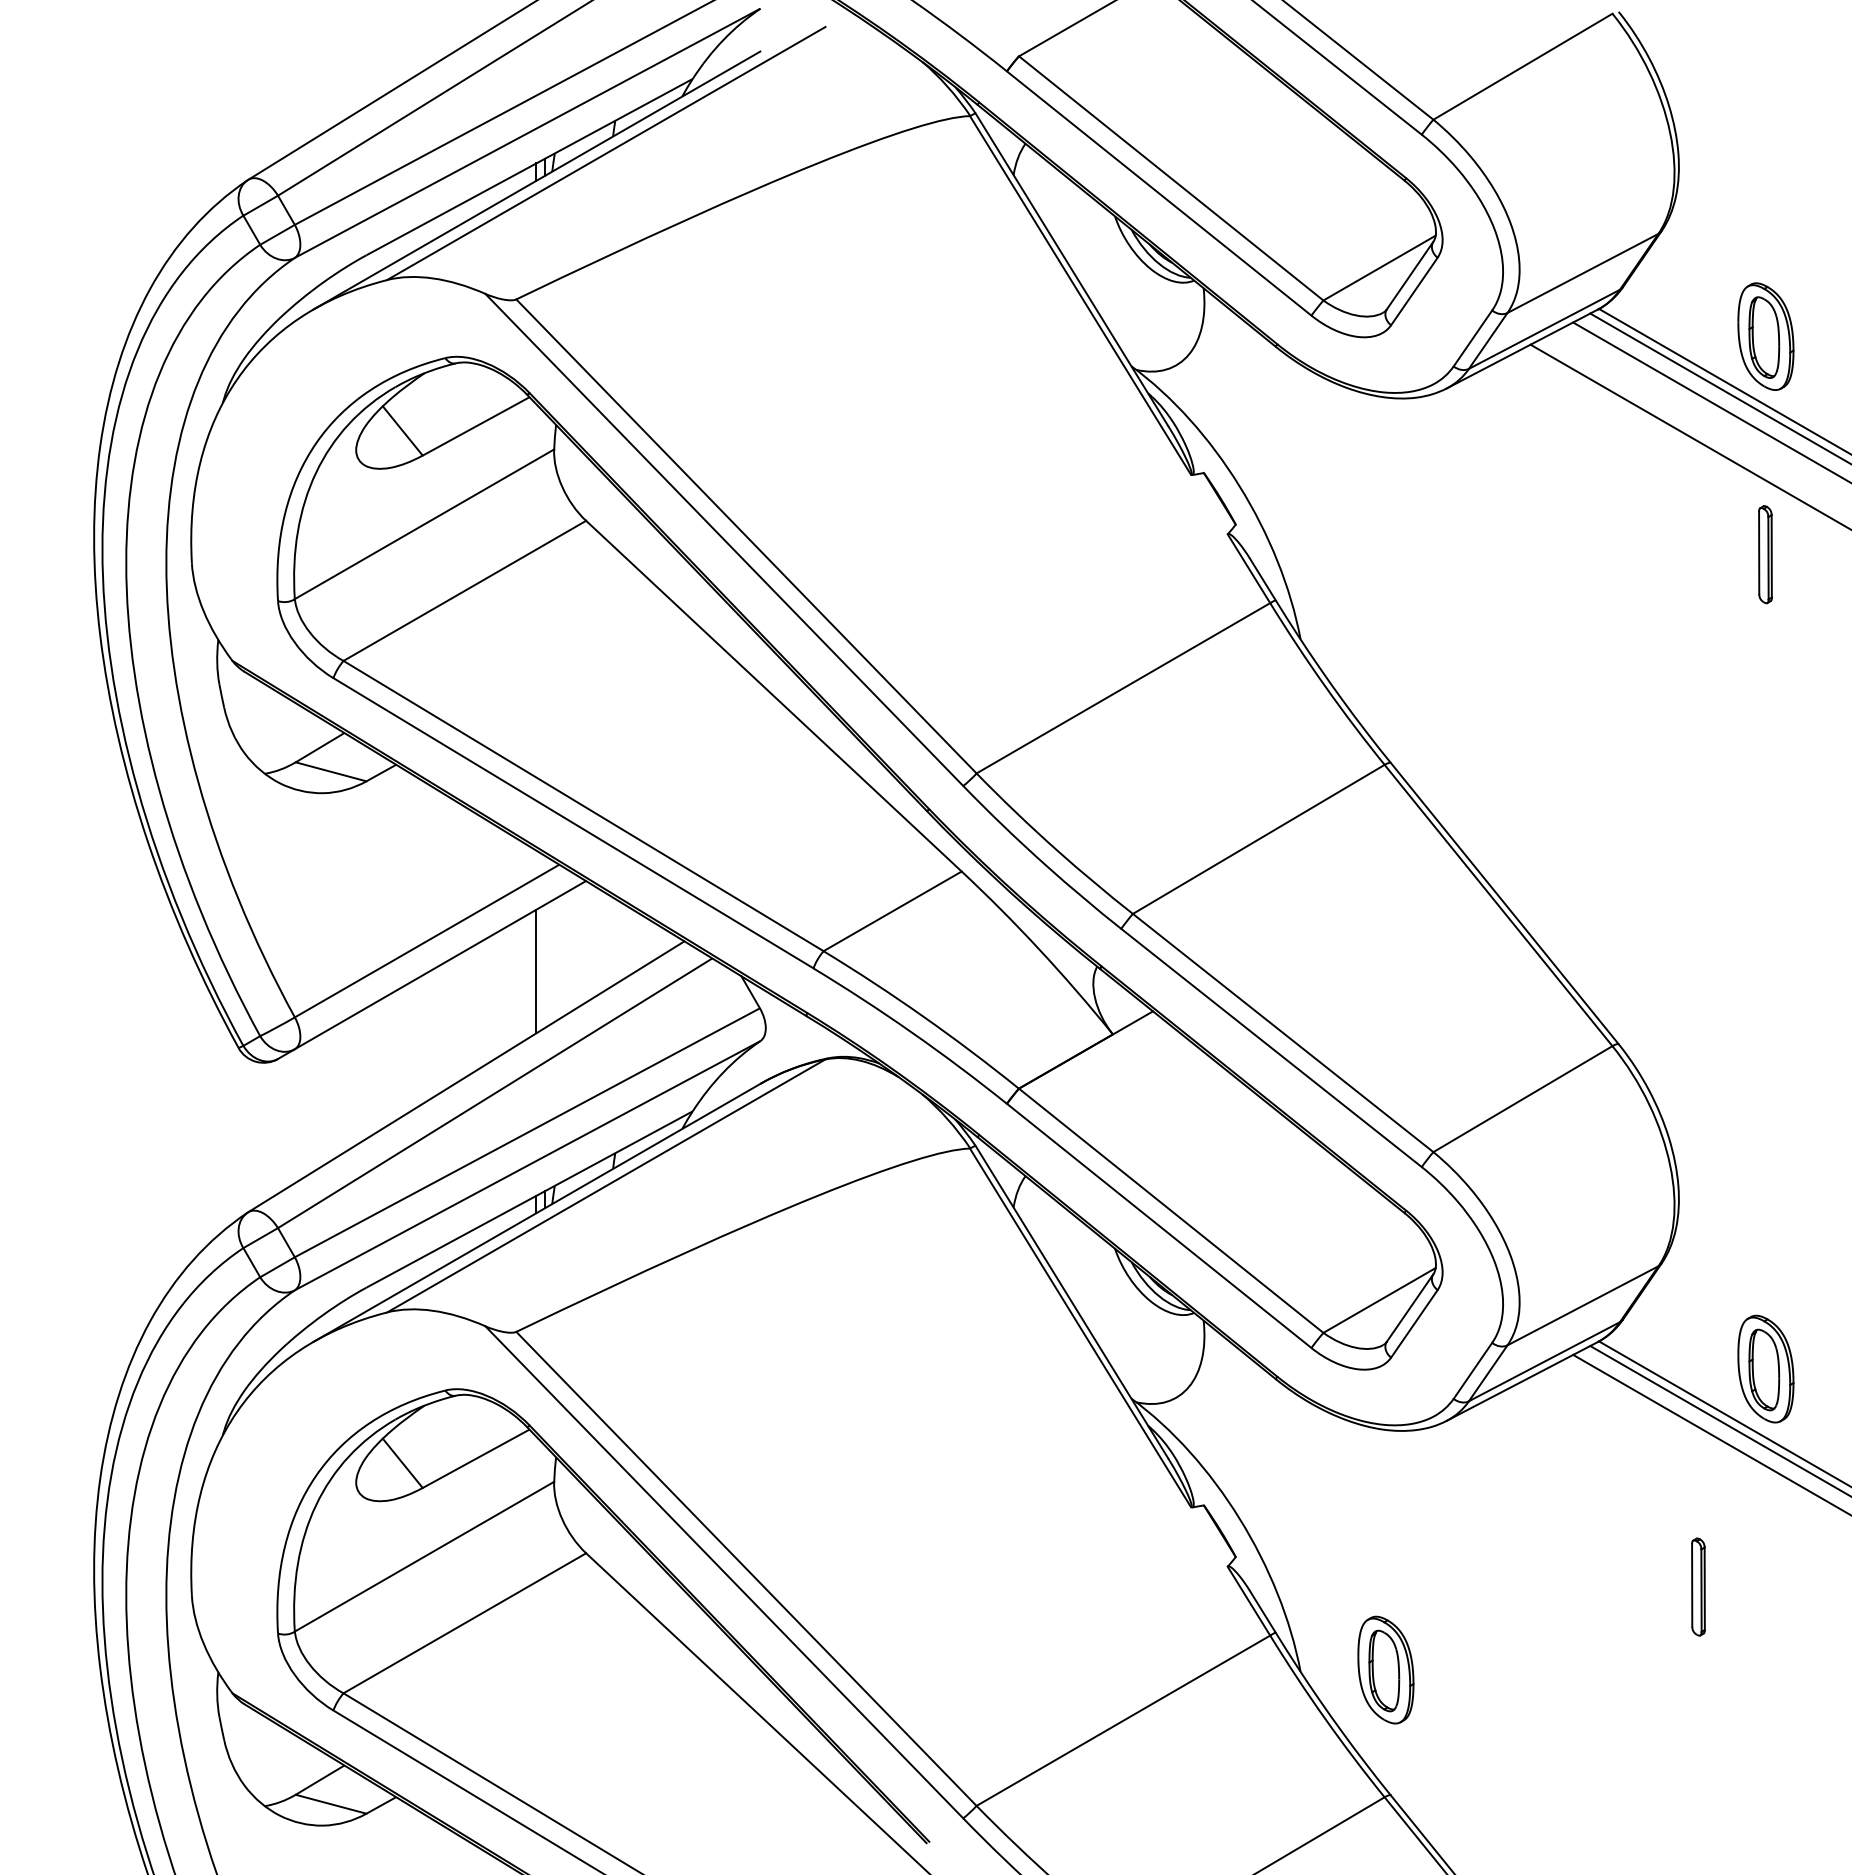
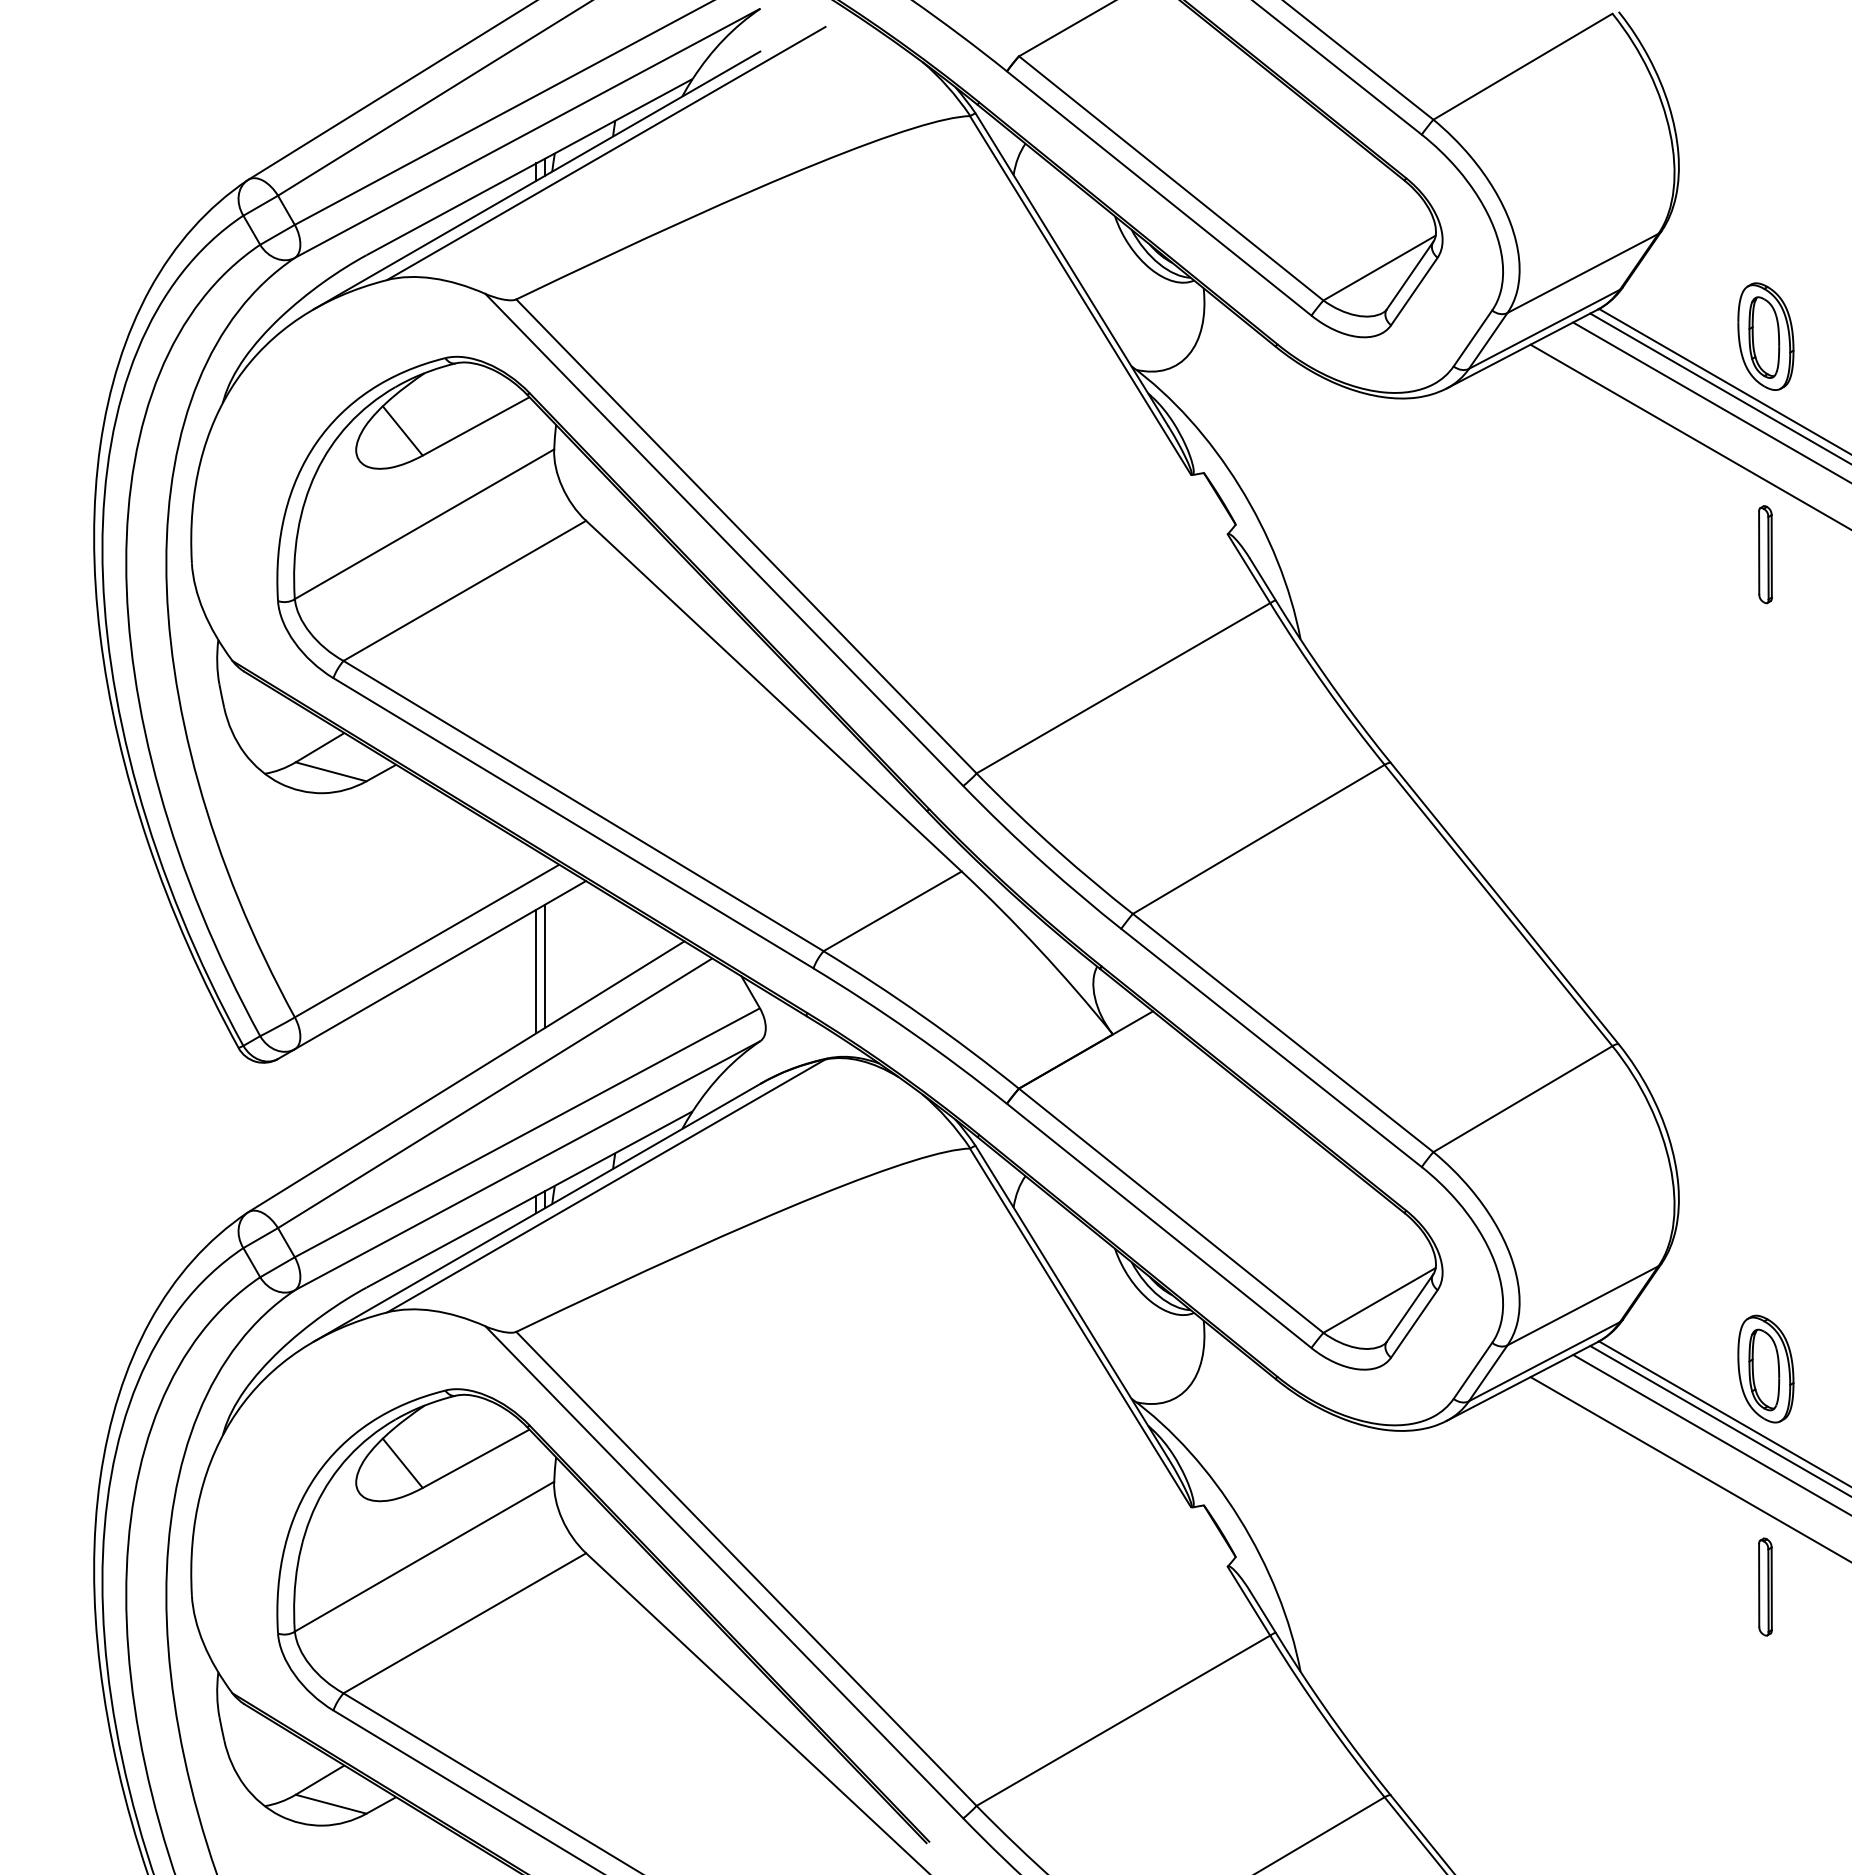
line at (544, 966): none -> present
line at (1689, 1468): none -> present
part at (1698, 1586) position: (1698, 1586) -> (1765, 1586)
part at (1385, 1669): present -> none
